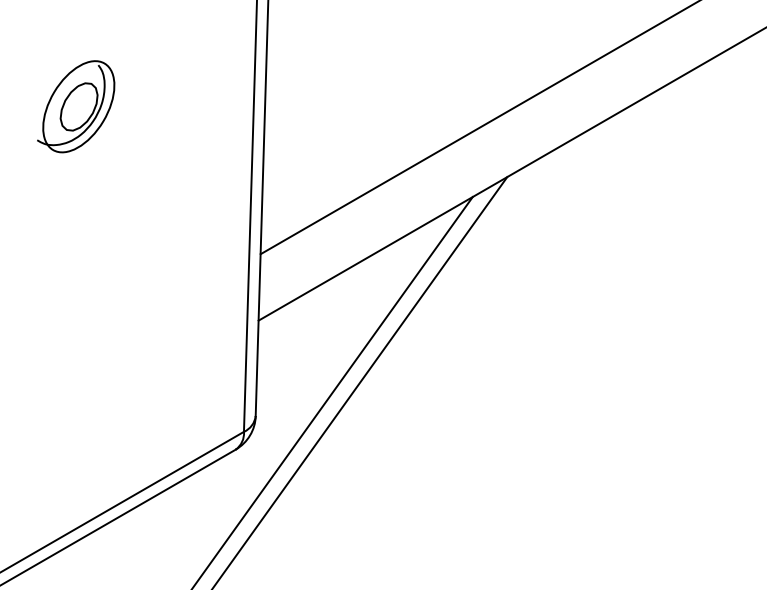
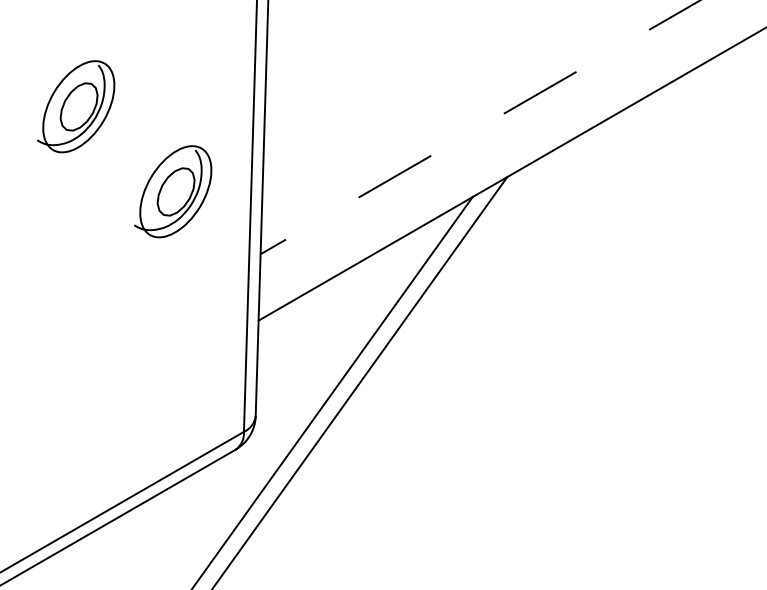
line at (480, 127): solid -> dashed
part at (173, 191): none -> present
